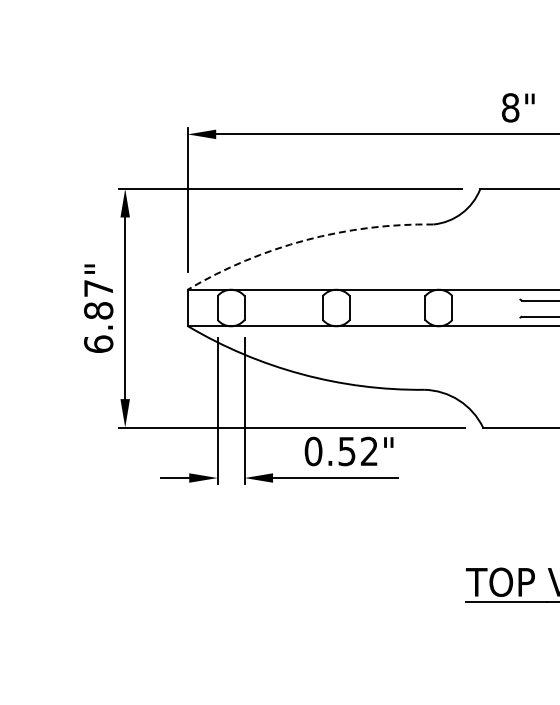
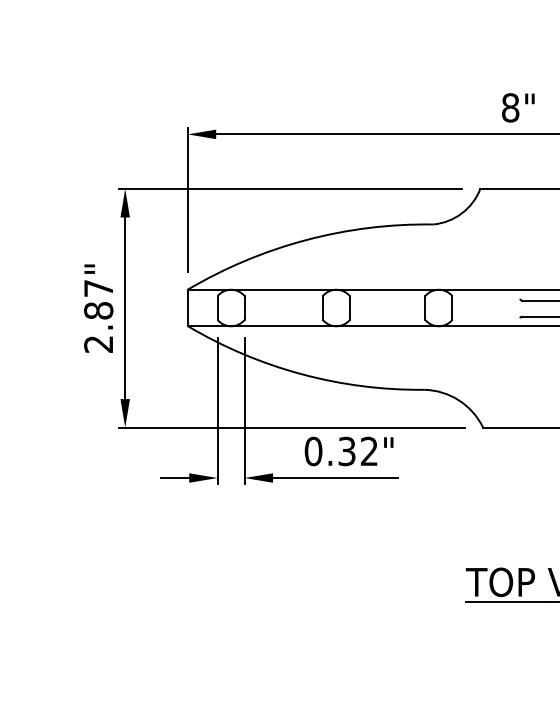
arc at (306, 240): dashed -> solid
text at (98, 343): 6.87" -> 2.87"
text at (347, 450): 0.52" -> 0.32"
